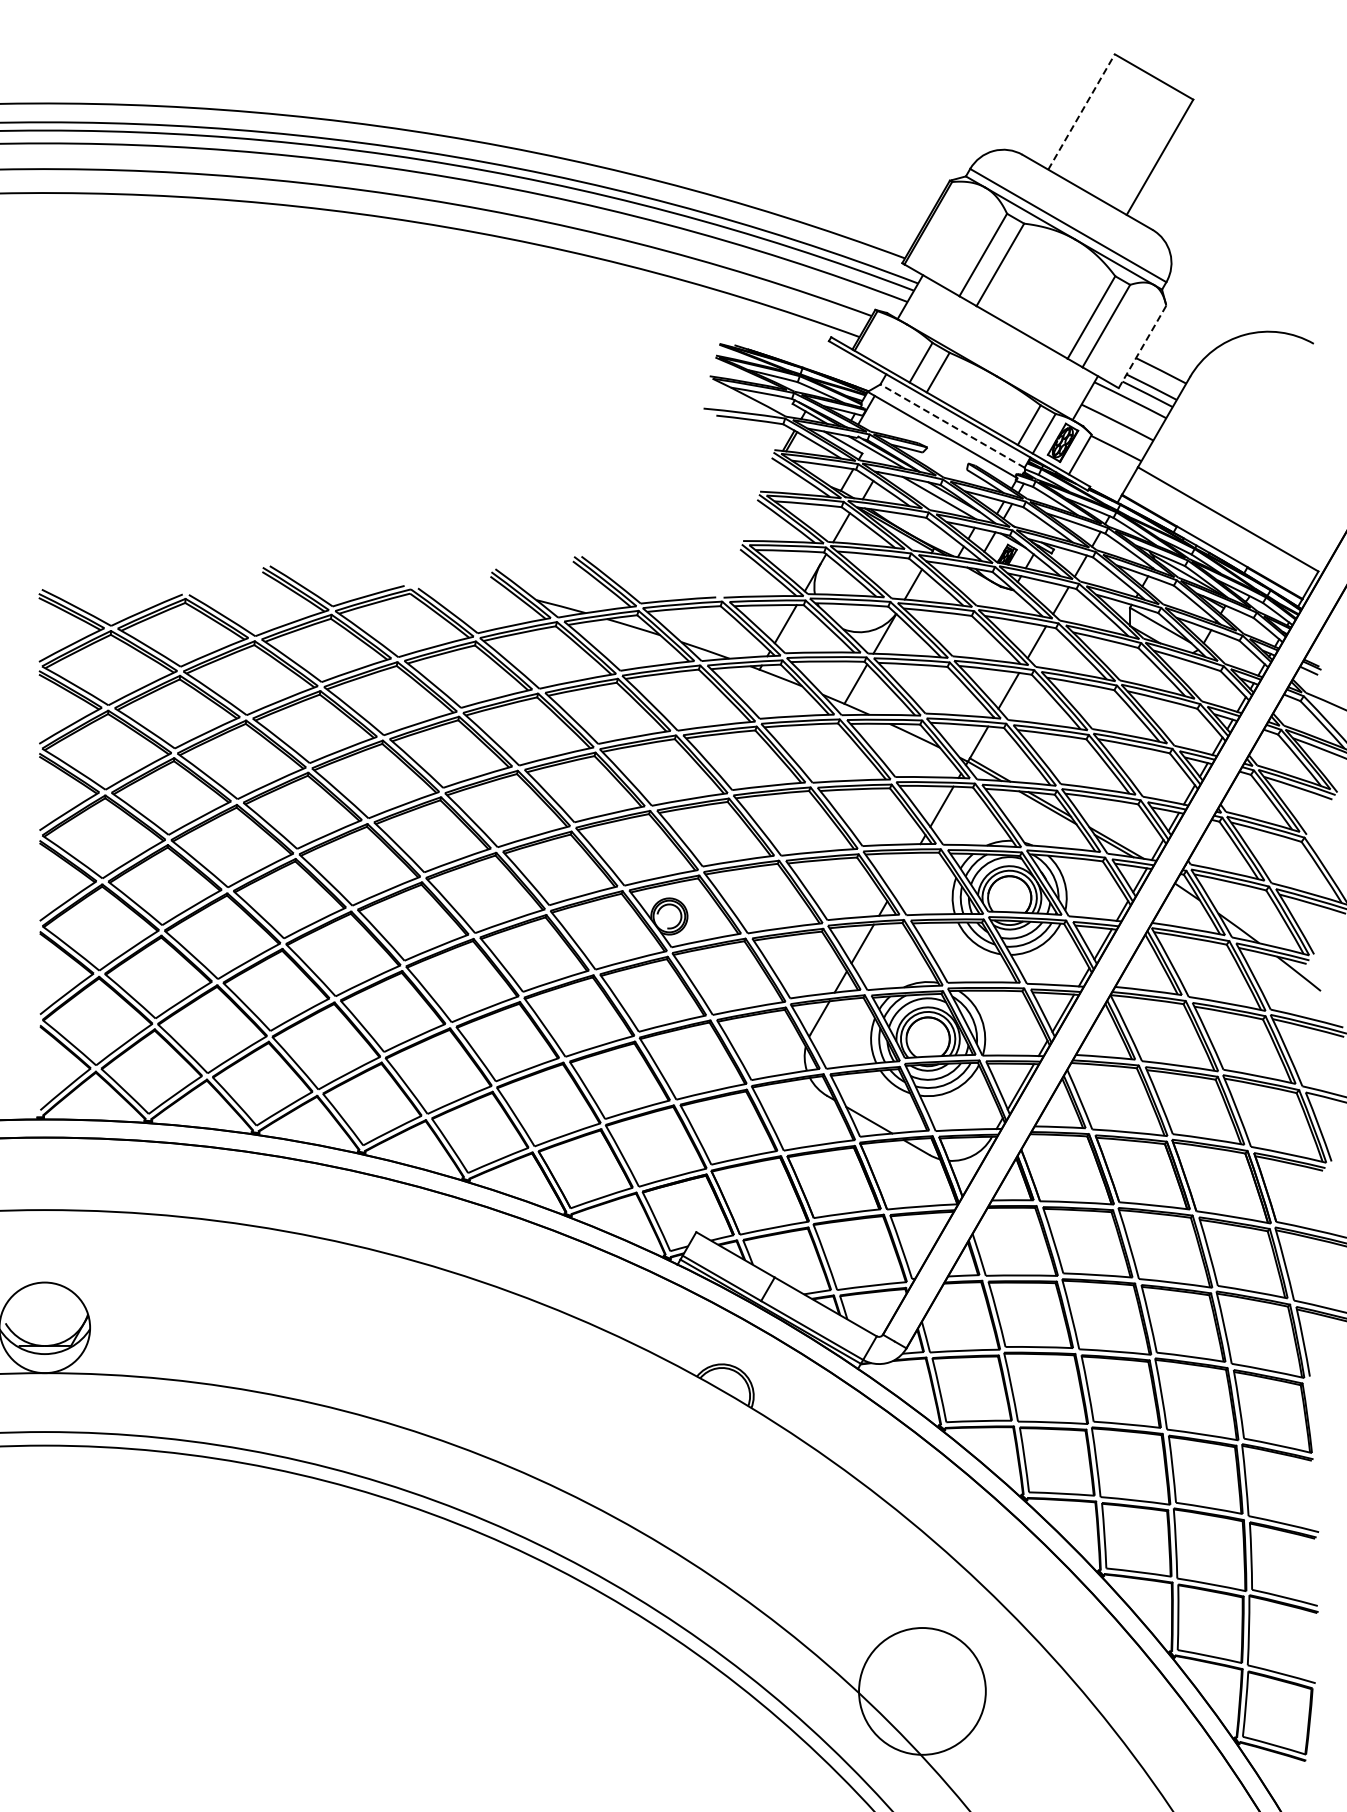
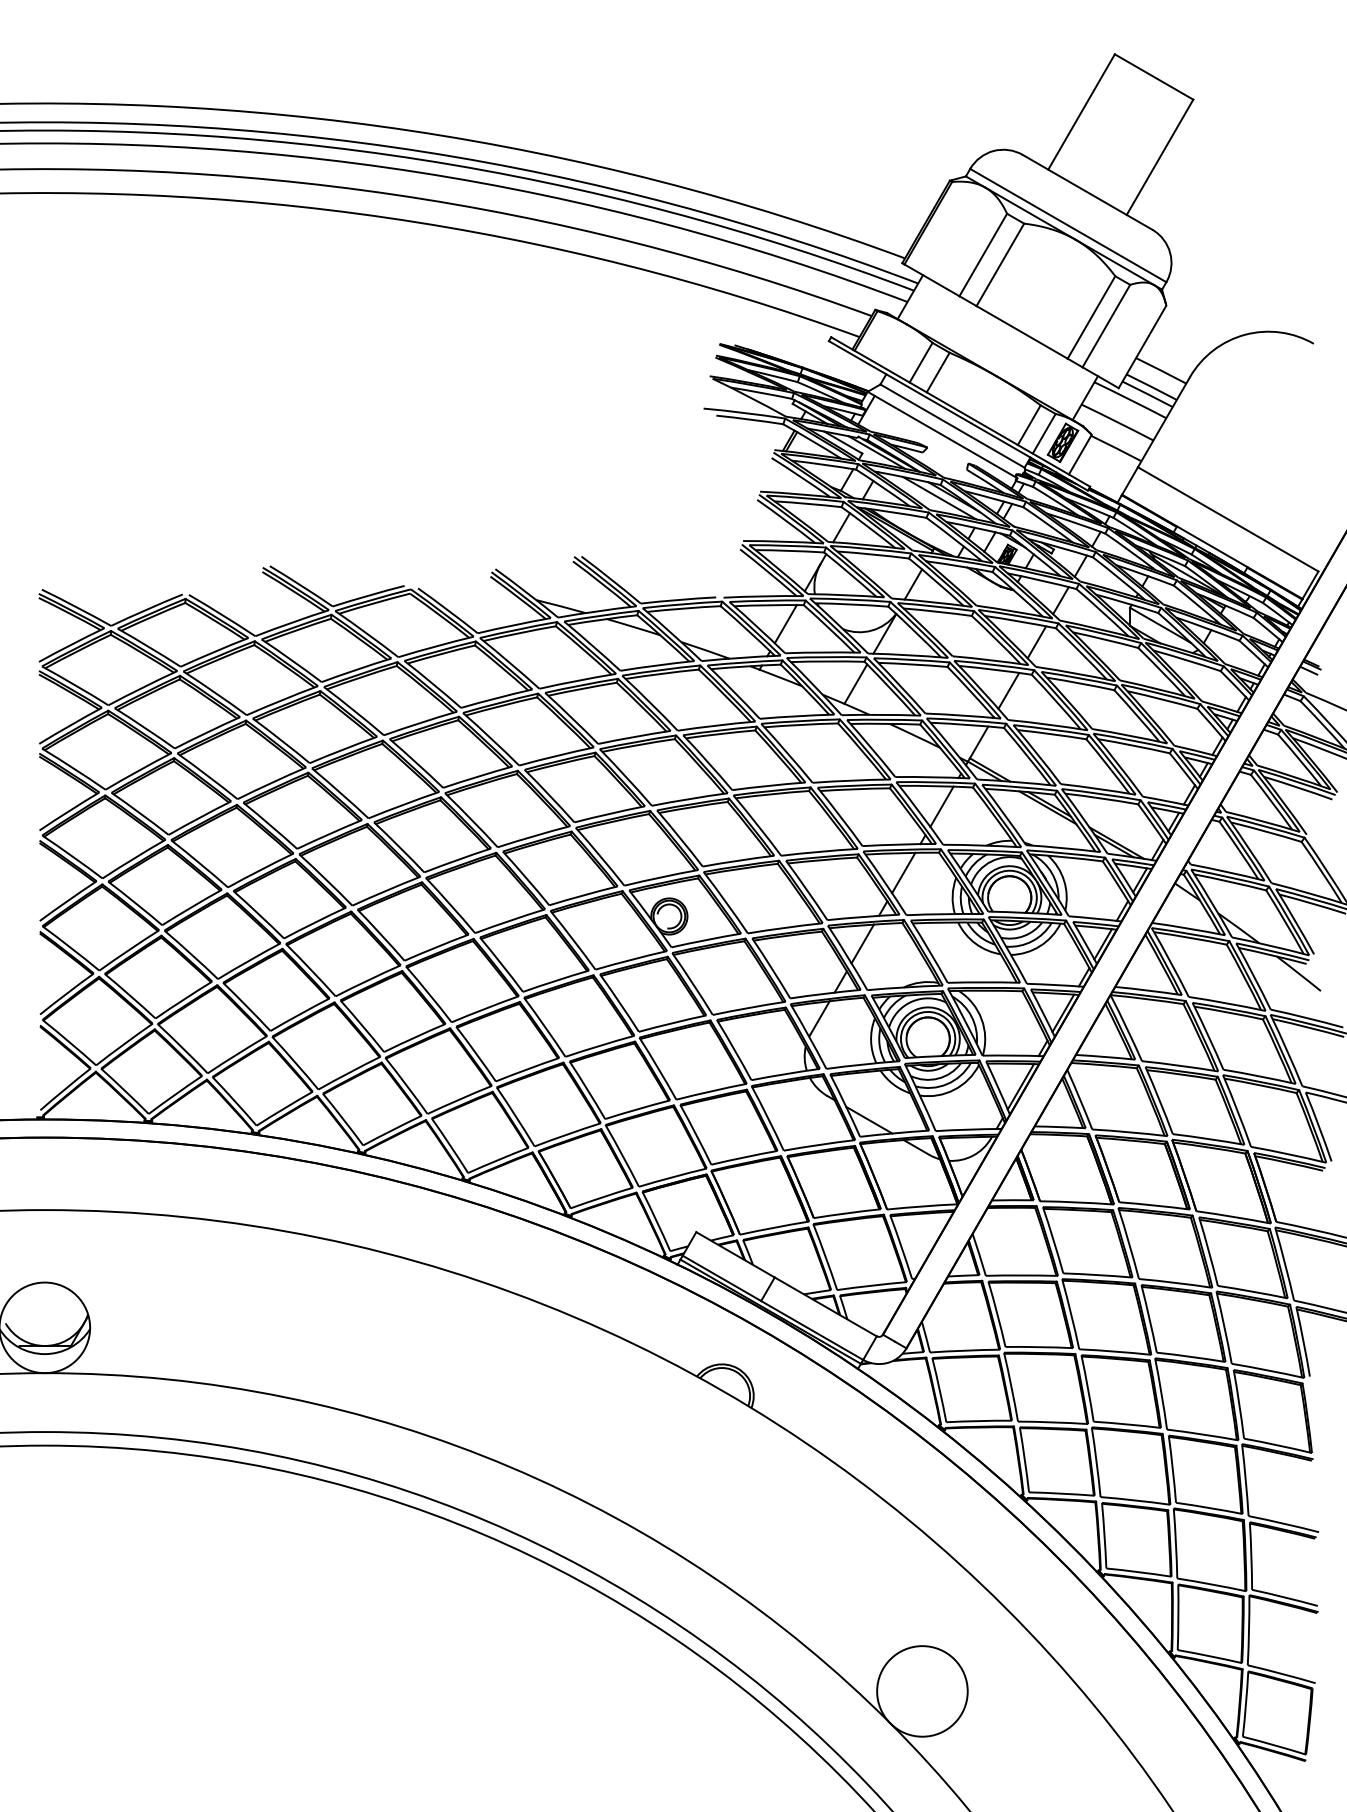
line at (1081, 112): dashed -> solid
line at (1142, 346): dashed -> solid
line at (952, 425): dashed -> solid
line at (903, 872): none -> present
circle at (922, 1691) diameter: 127 px -> 91 px
